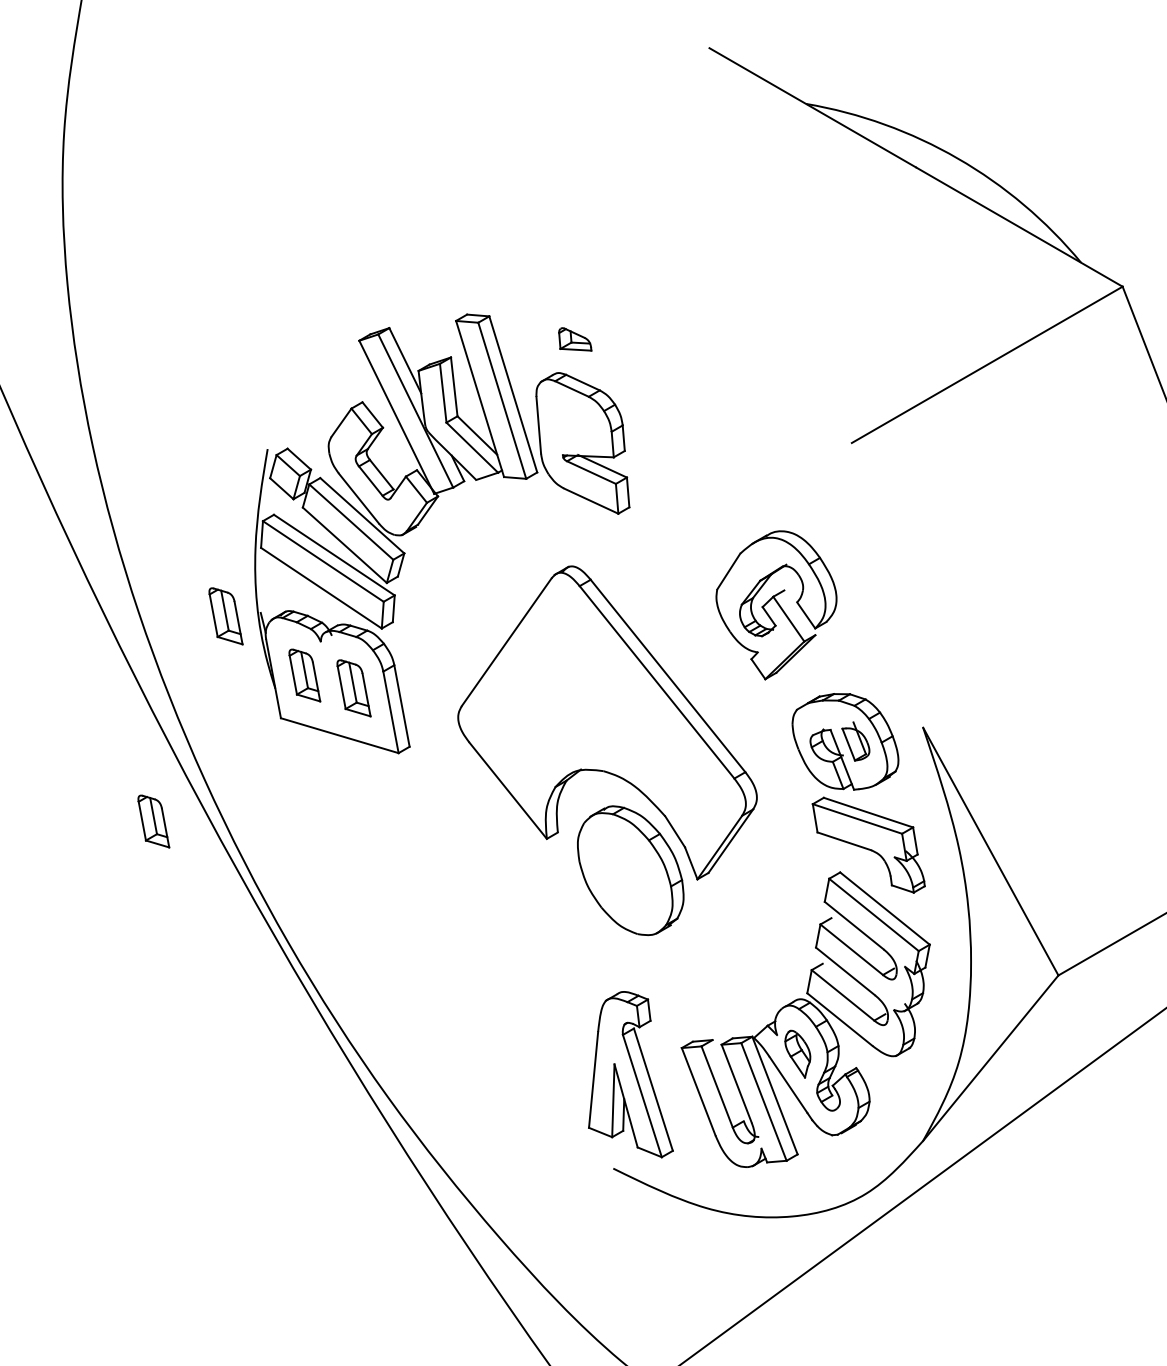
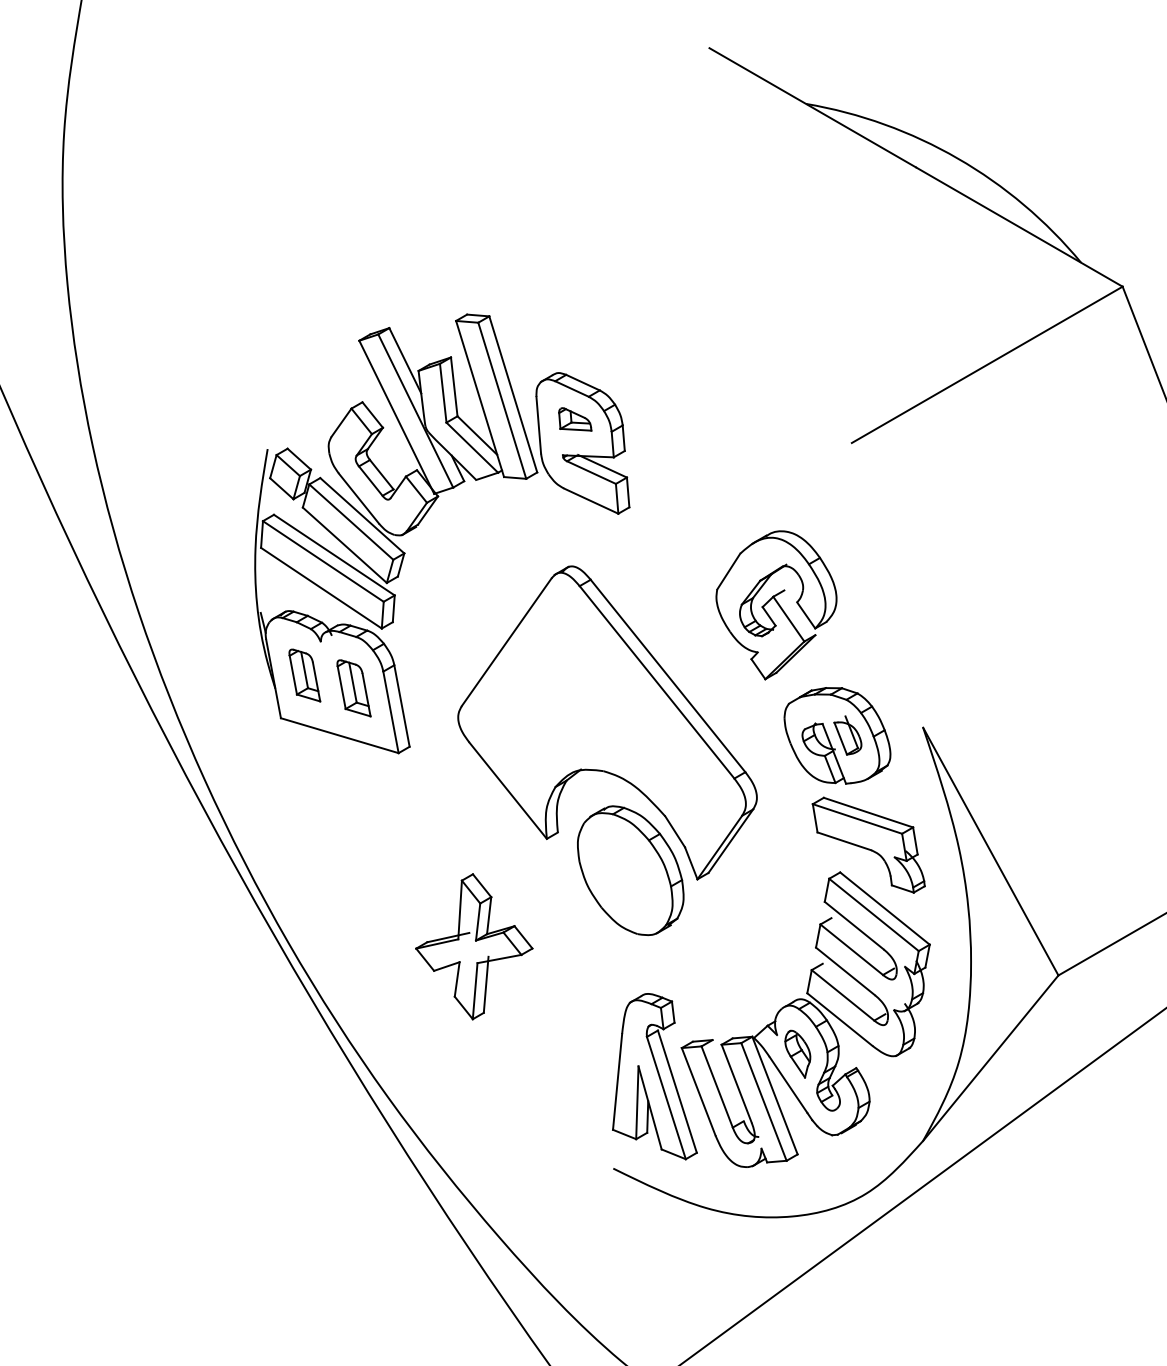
part at (575, 339) position: (575, 339) -> (575, 419)
part at (225, 616): present -> none
part at (845, 741) position: (845, 741) -> (837, 735)
part at (153, 821): present -> none
part at (474, 946): none -> present
part at (630, 1074) position: (630, 1074) -> (654, 1076)
